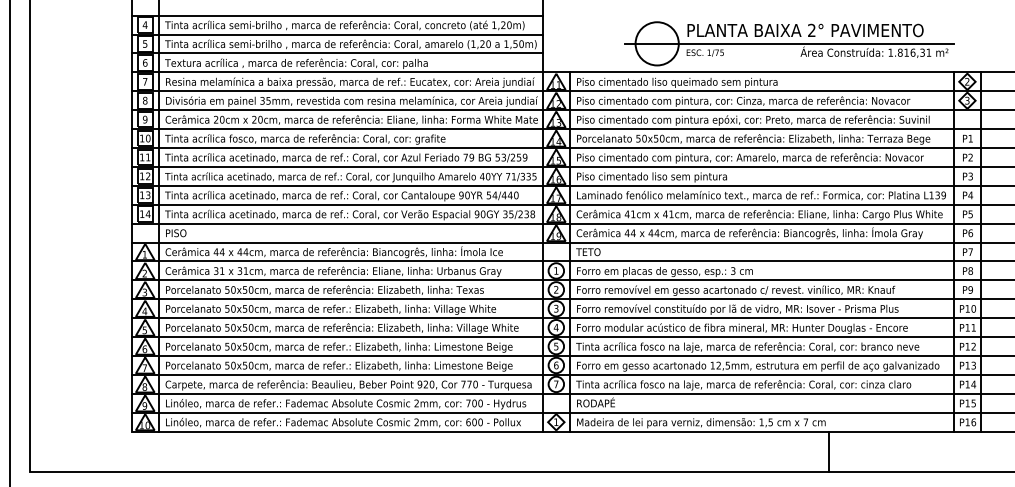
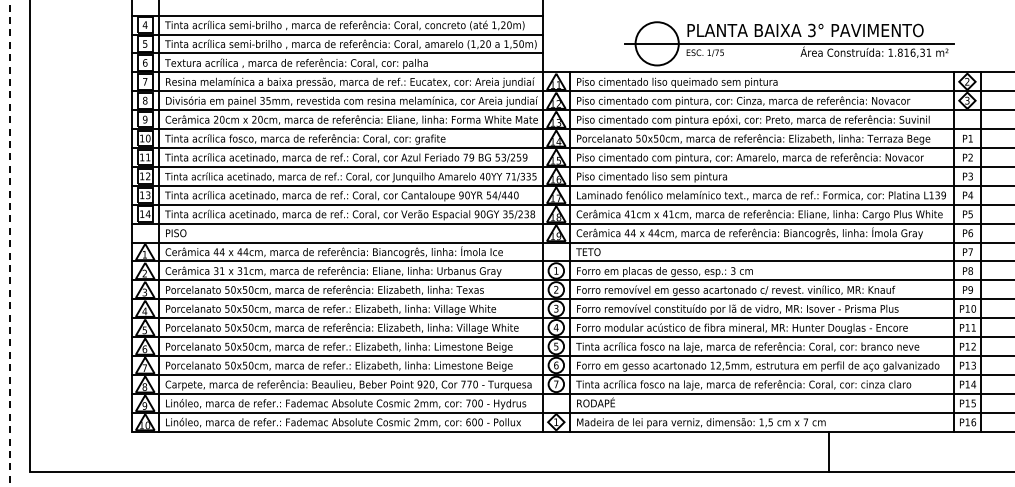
text at (811, 30): 2° -> 3°
line at (10, 243): solid -> dashed
